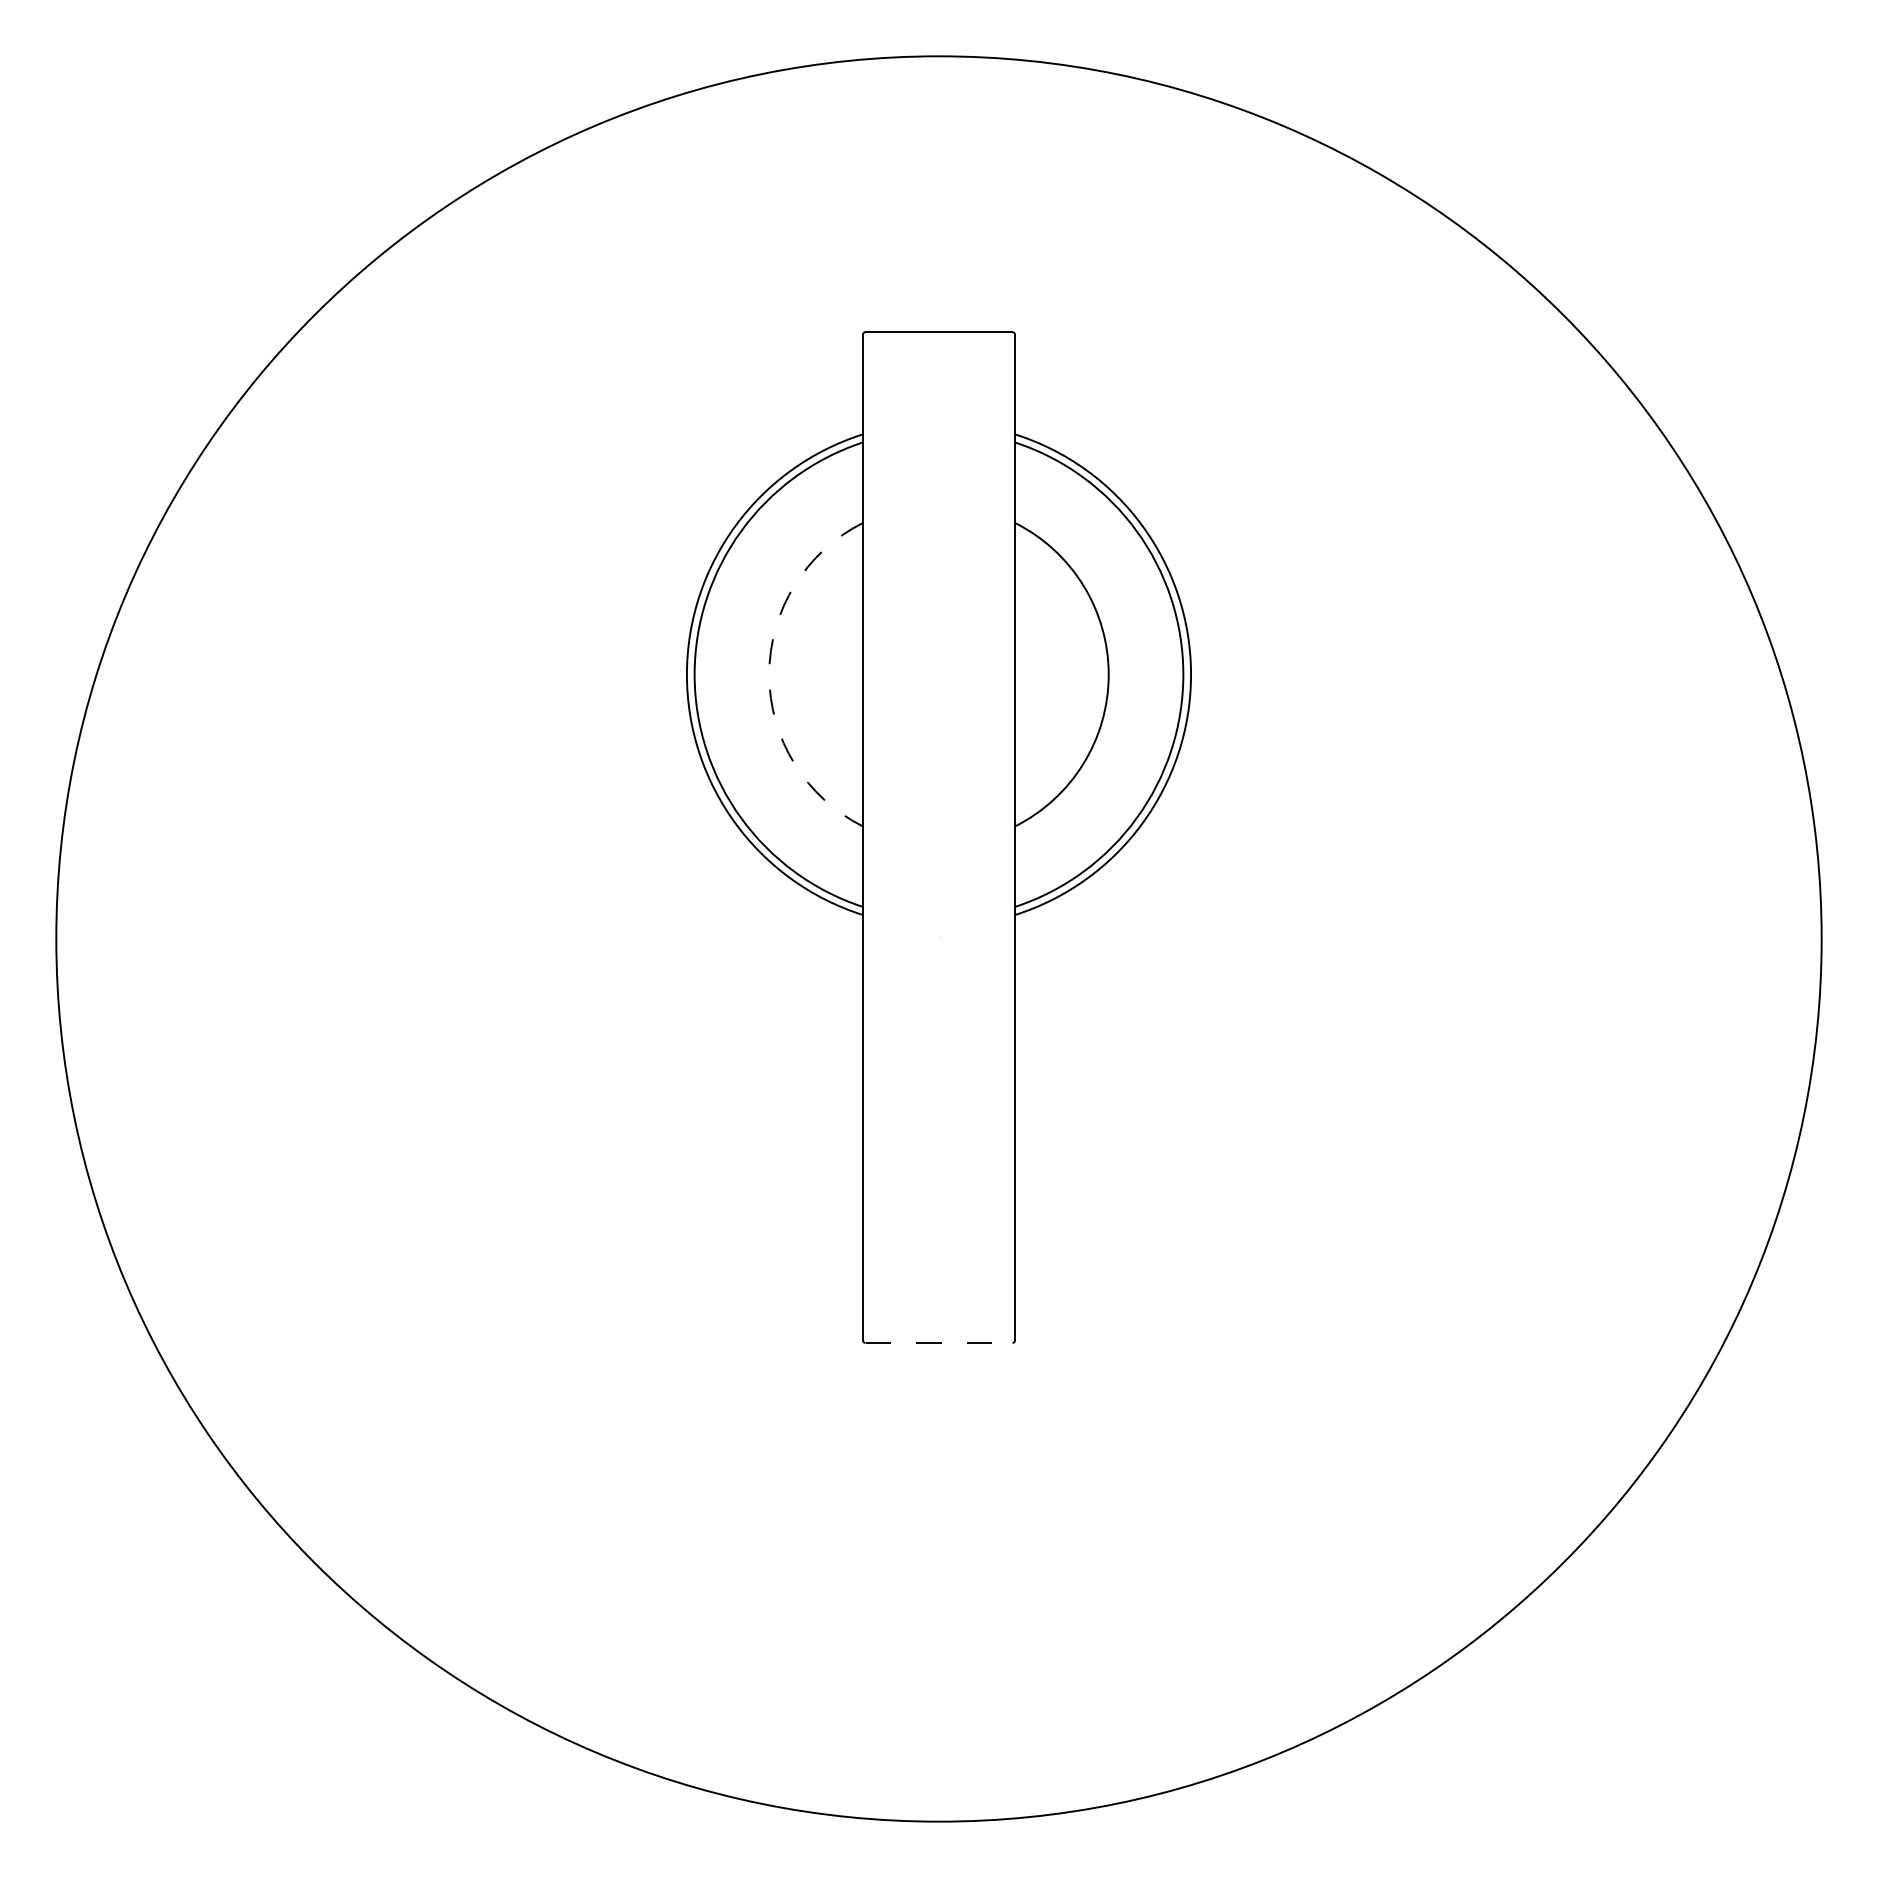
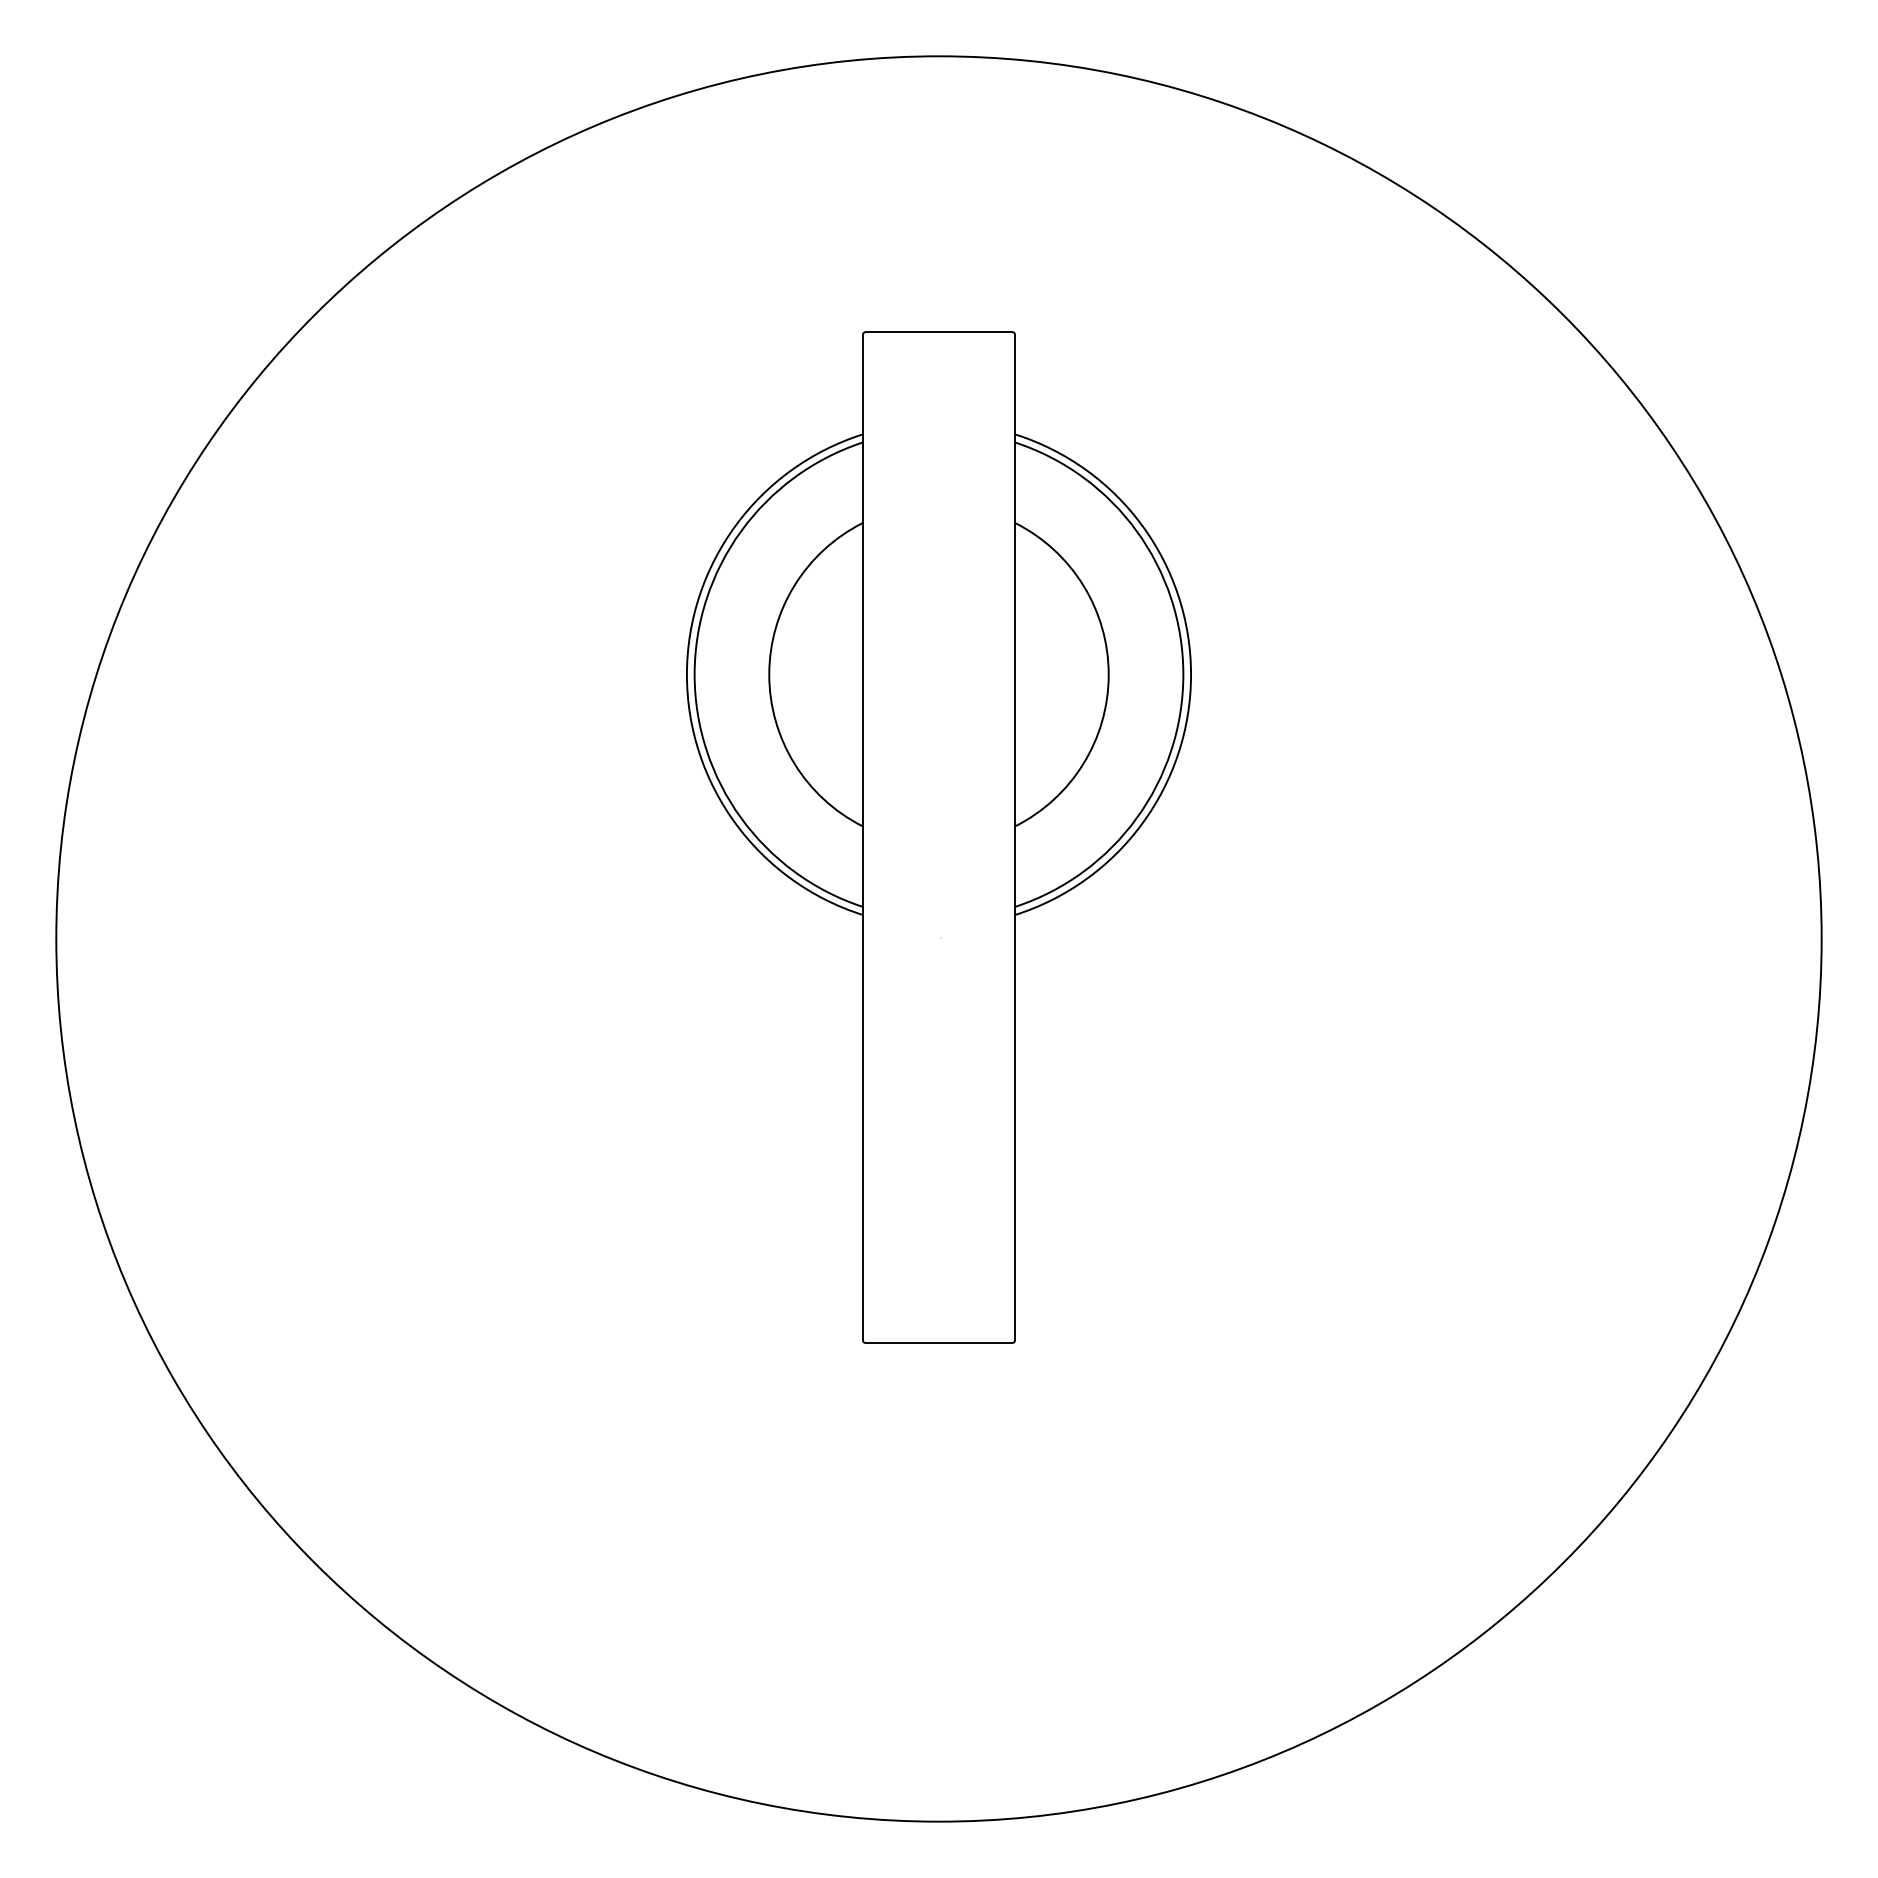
arc at (769, 674): dashed -> solid
line at (939, 1342): dashed -> solid
